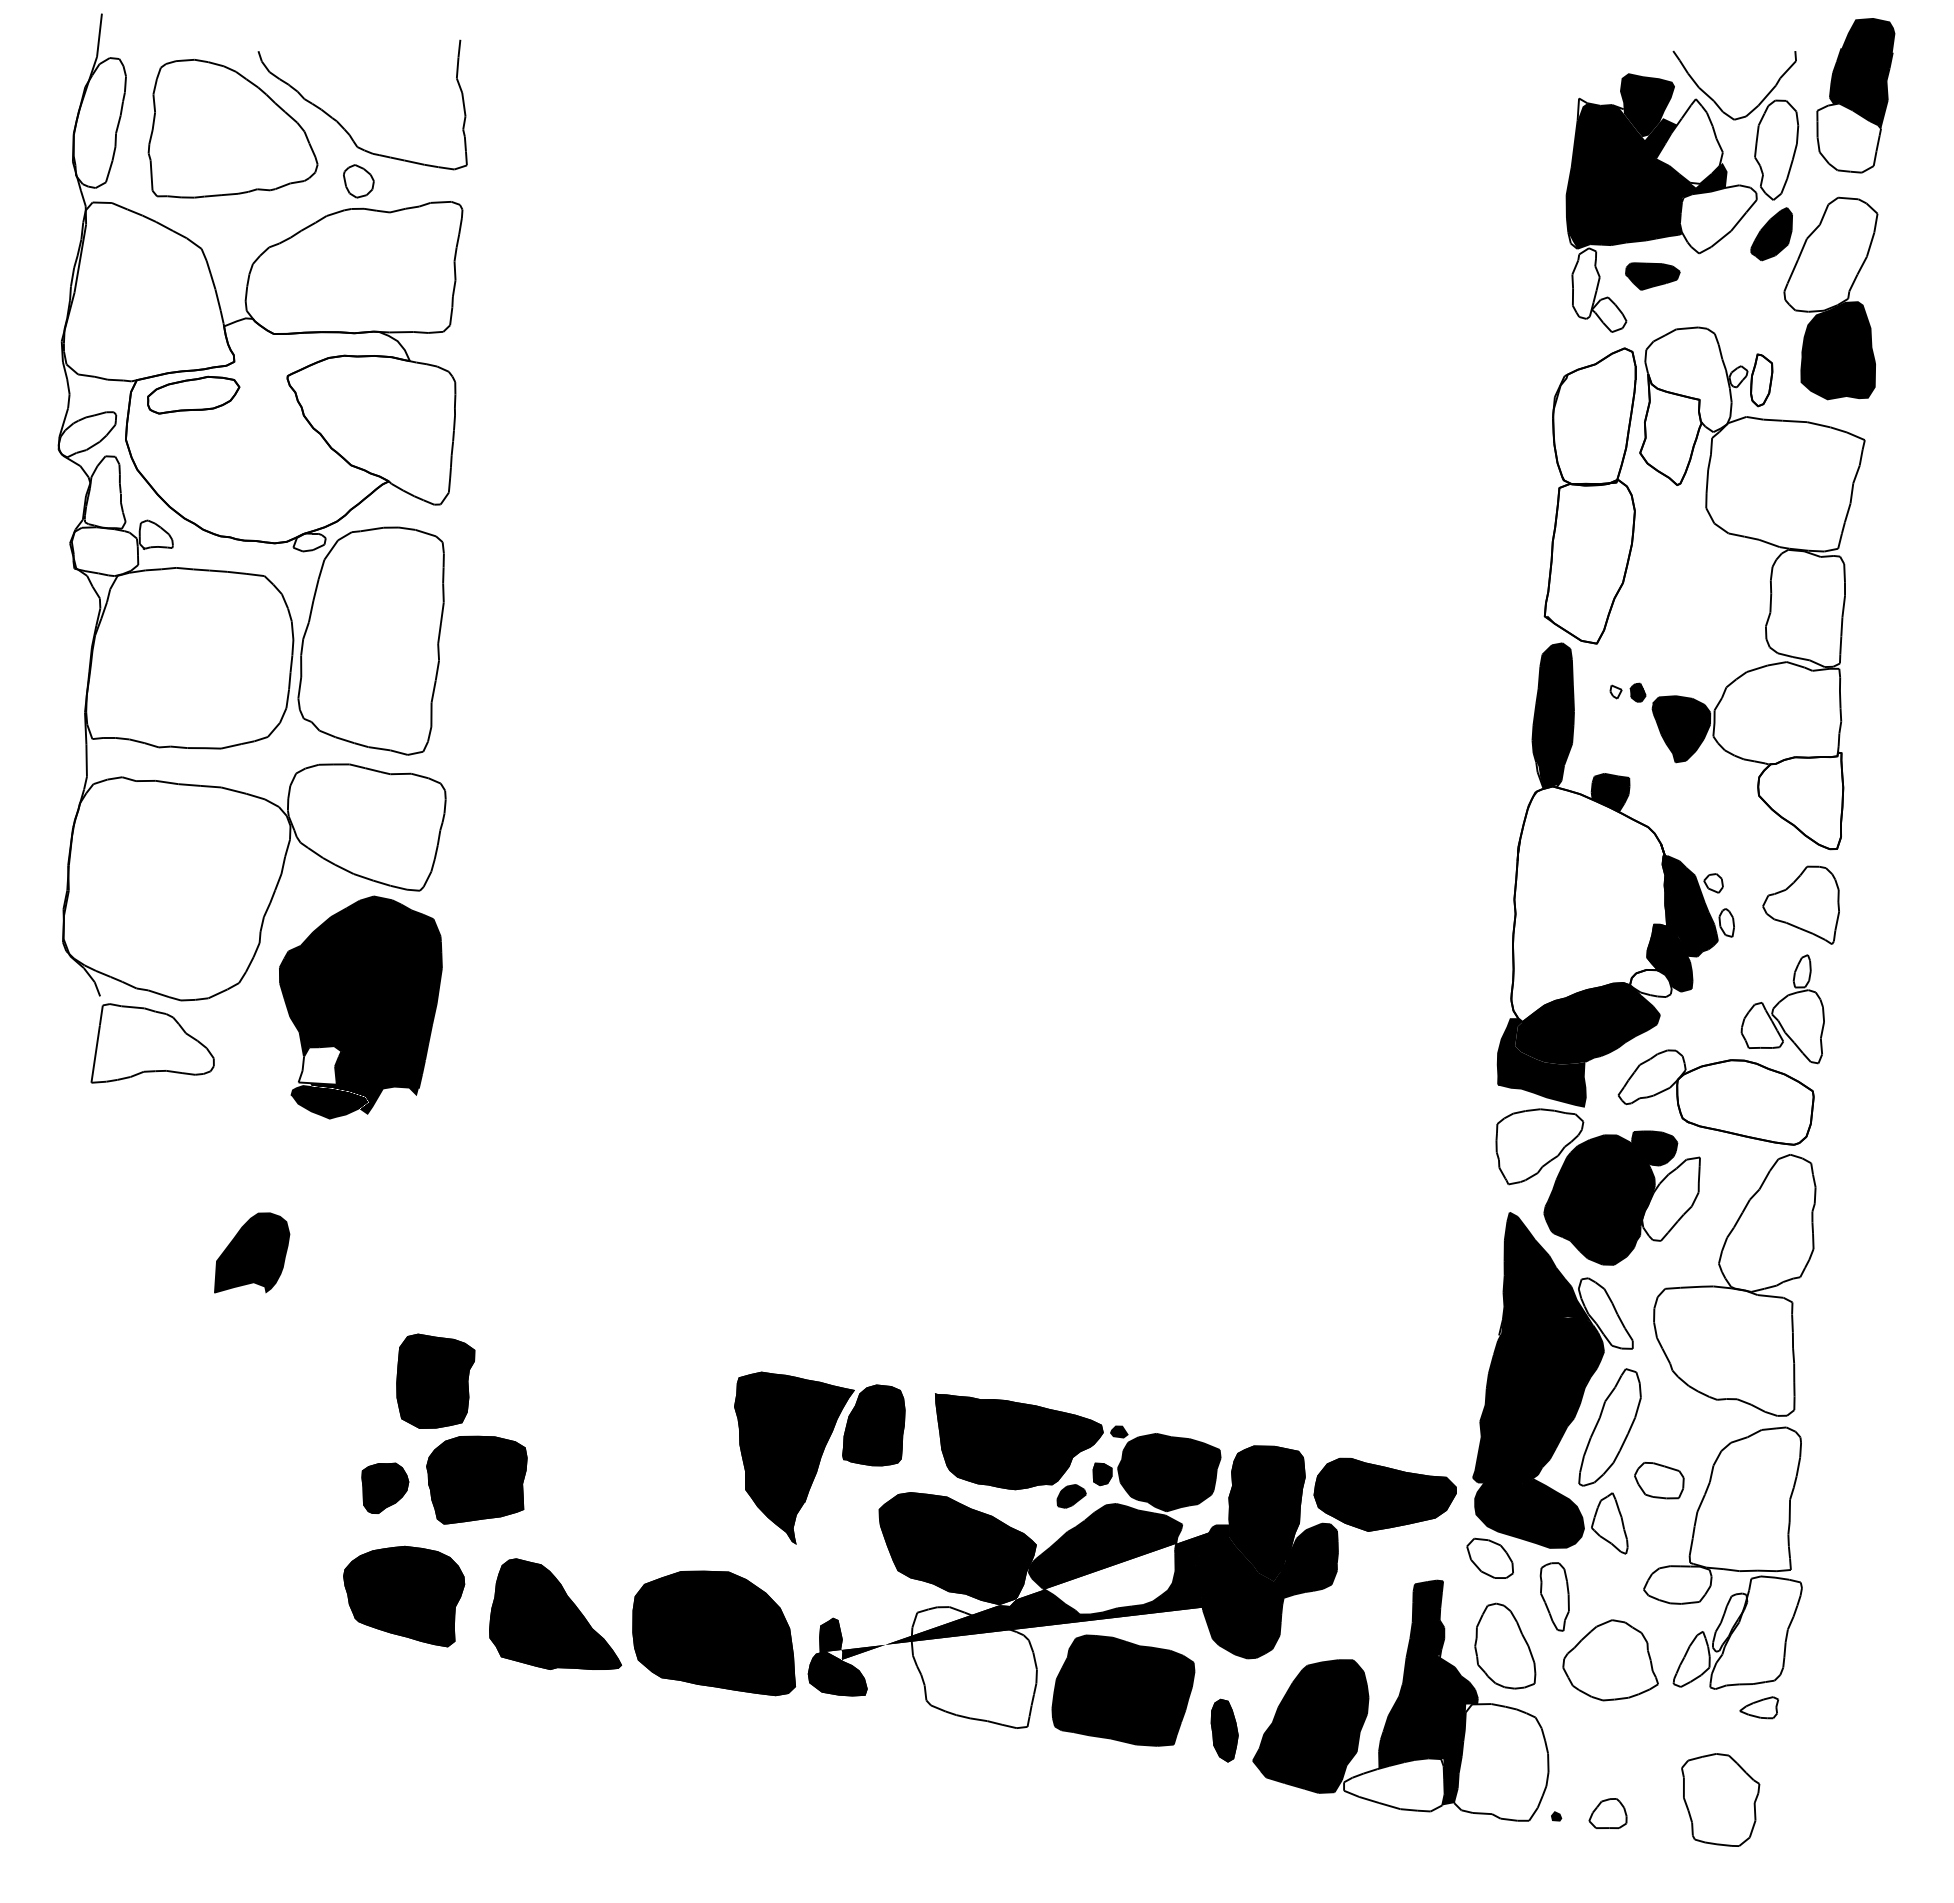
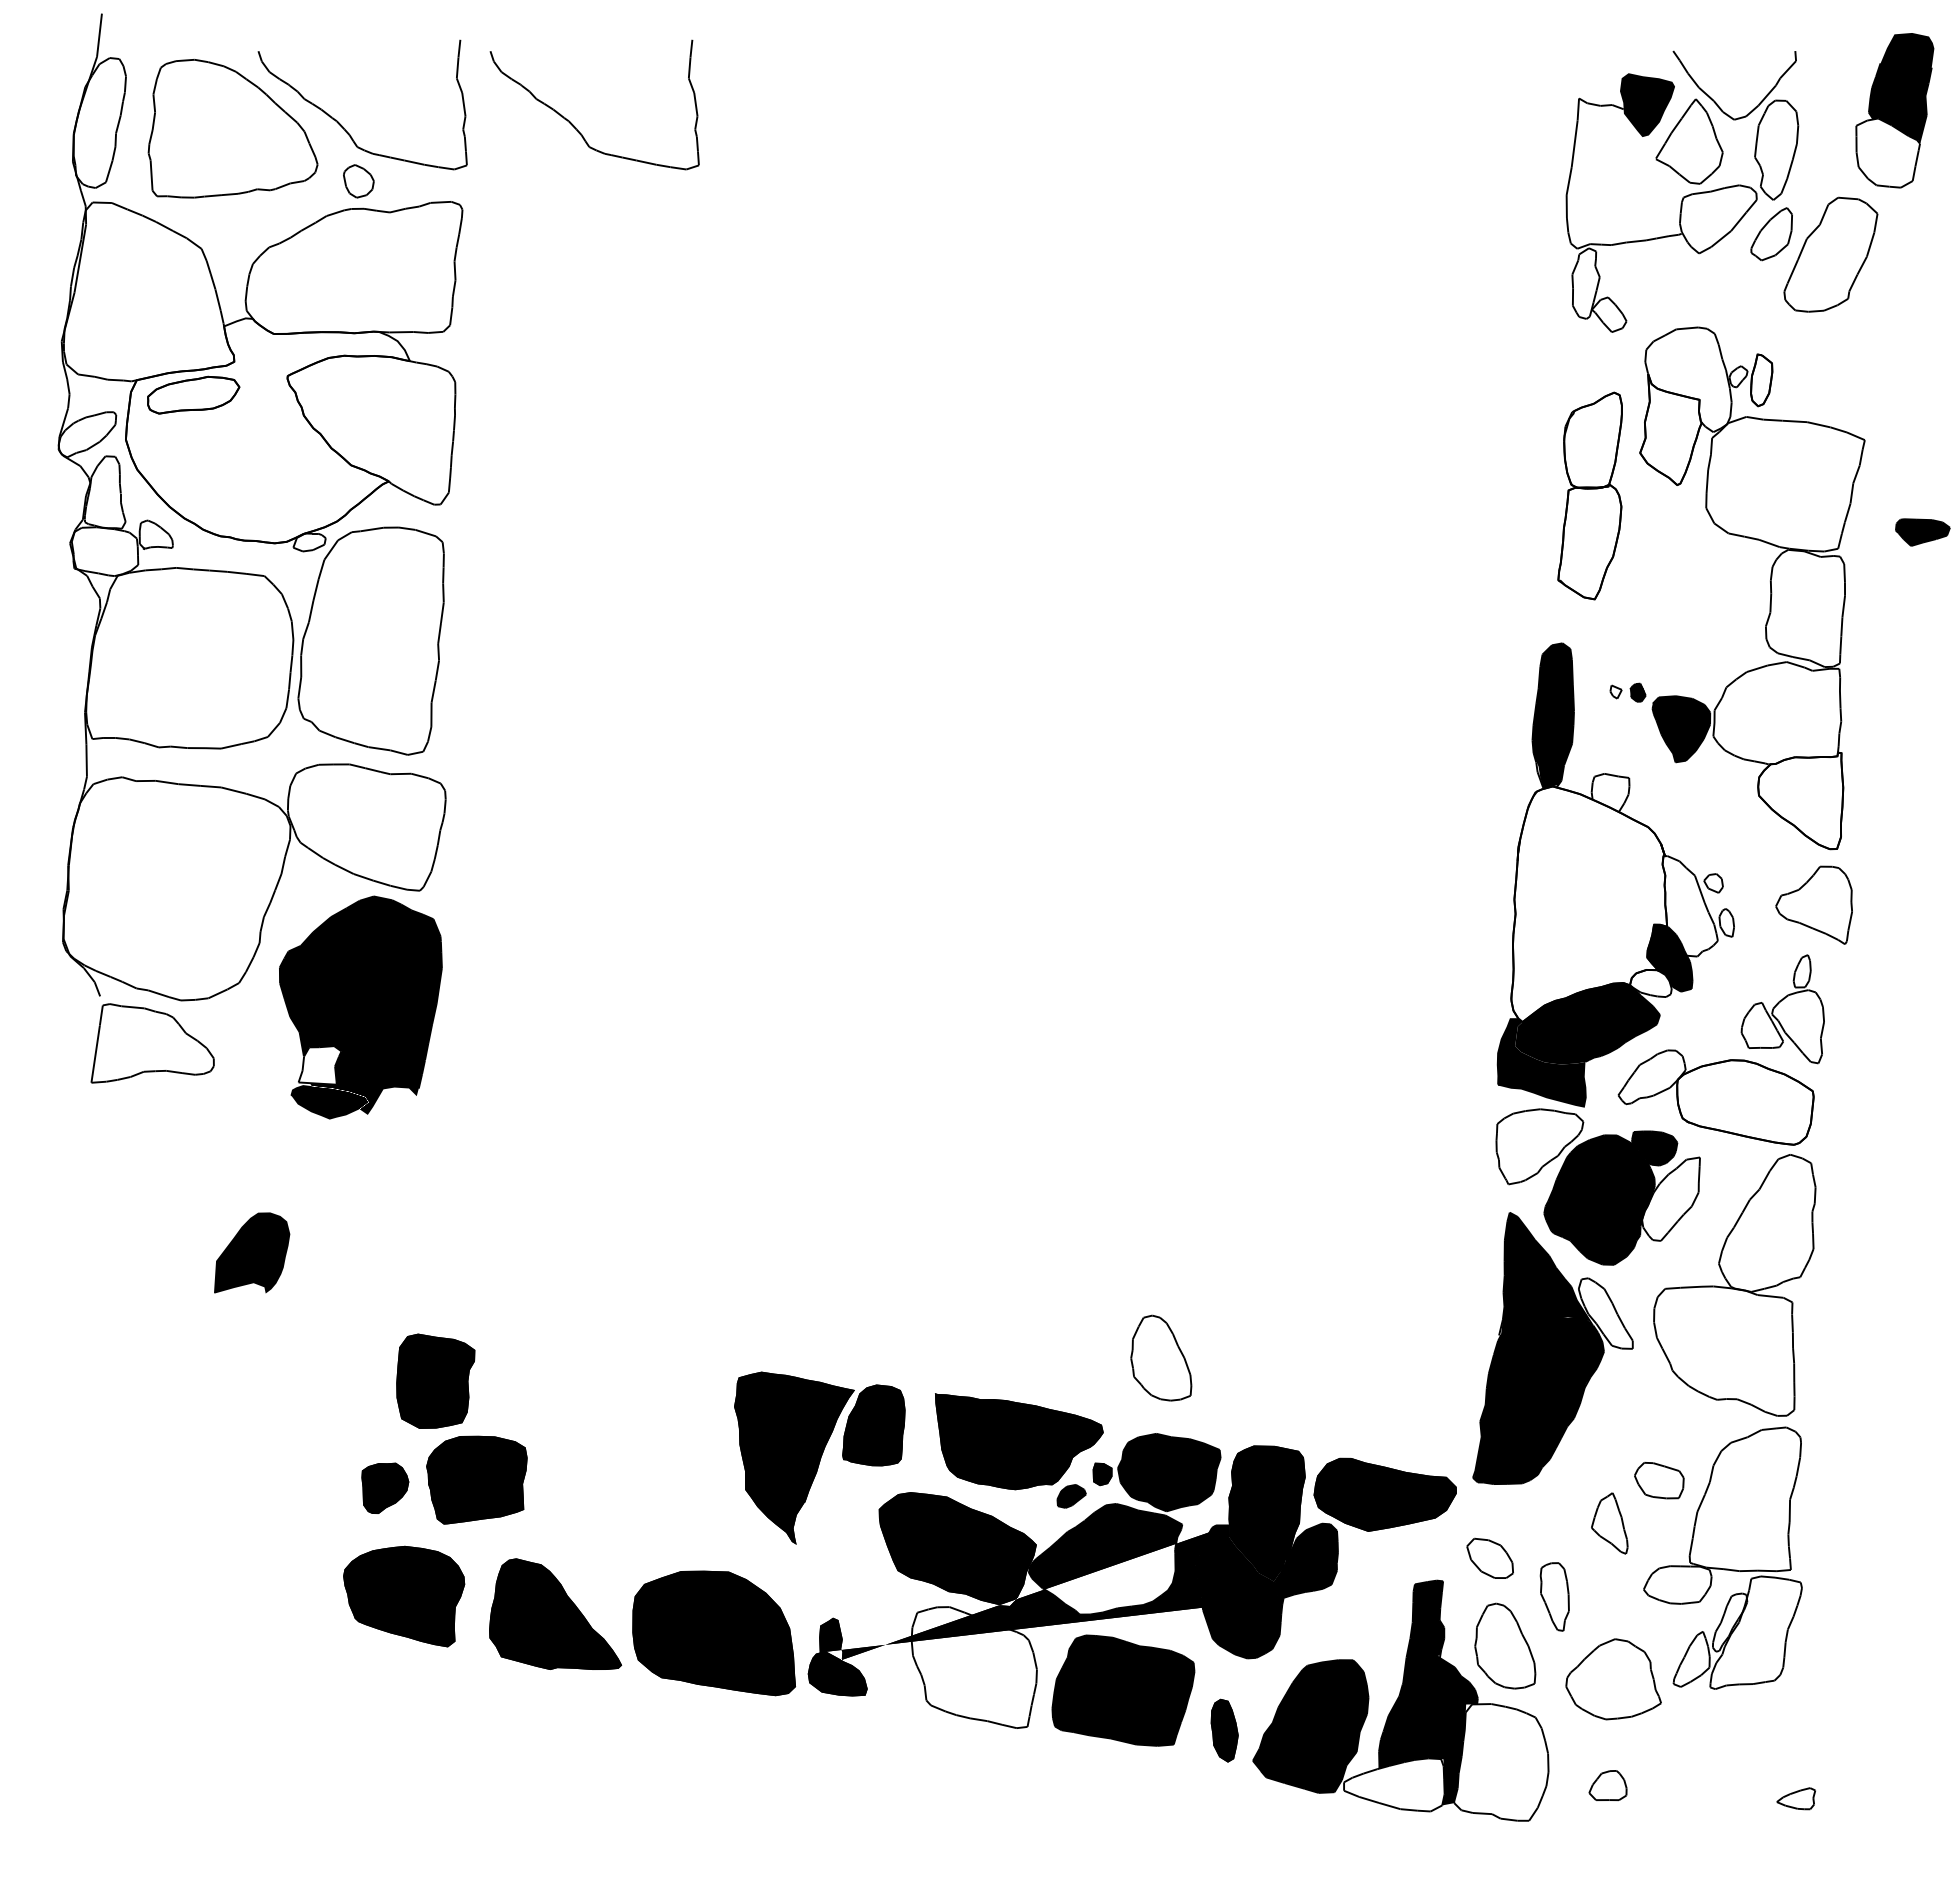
part at (1855, 95) position: (1855, 95) -> (1894, 110)
part at (573, 124): none -> present
fill at (1646, 175): present -> none
fill at (1771, 233): present -> none
part at (1652, 276) position: (1652, 276) -> (1922, 532)
fill at (1838, 350): present -> none
part at (1589, 495) size: 94x298 px -> 66x210 px
fill at (1610, 792): present -> none
part at (1800, 904) position: (1800, 904) -> (1813, 904)
fill at (1689, 906): present -> none
part at (1161, 1357): none -> present
part at (1609, 1427): present -> none
fill at (1118, 1431): present -> none
fill at (1529, 1513): present -> none
part at (1610, 1660) position: (1610, 1660) -> (1613, 1679)
part at (1758, 1707) position: (1758, 1707) -> (1795, 1798)
part at (1720, 1799): present -> none
part at (1607, 1813) position: (1607, 1813) -> (1607, 1785)
fill at (1556, 1816): present -> none
